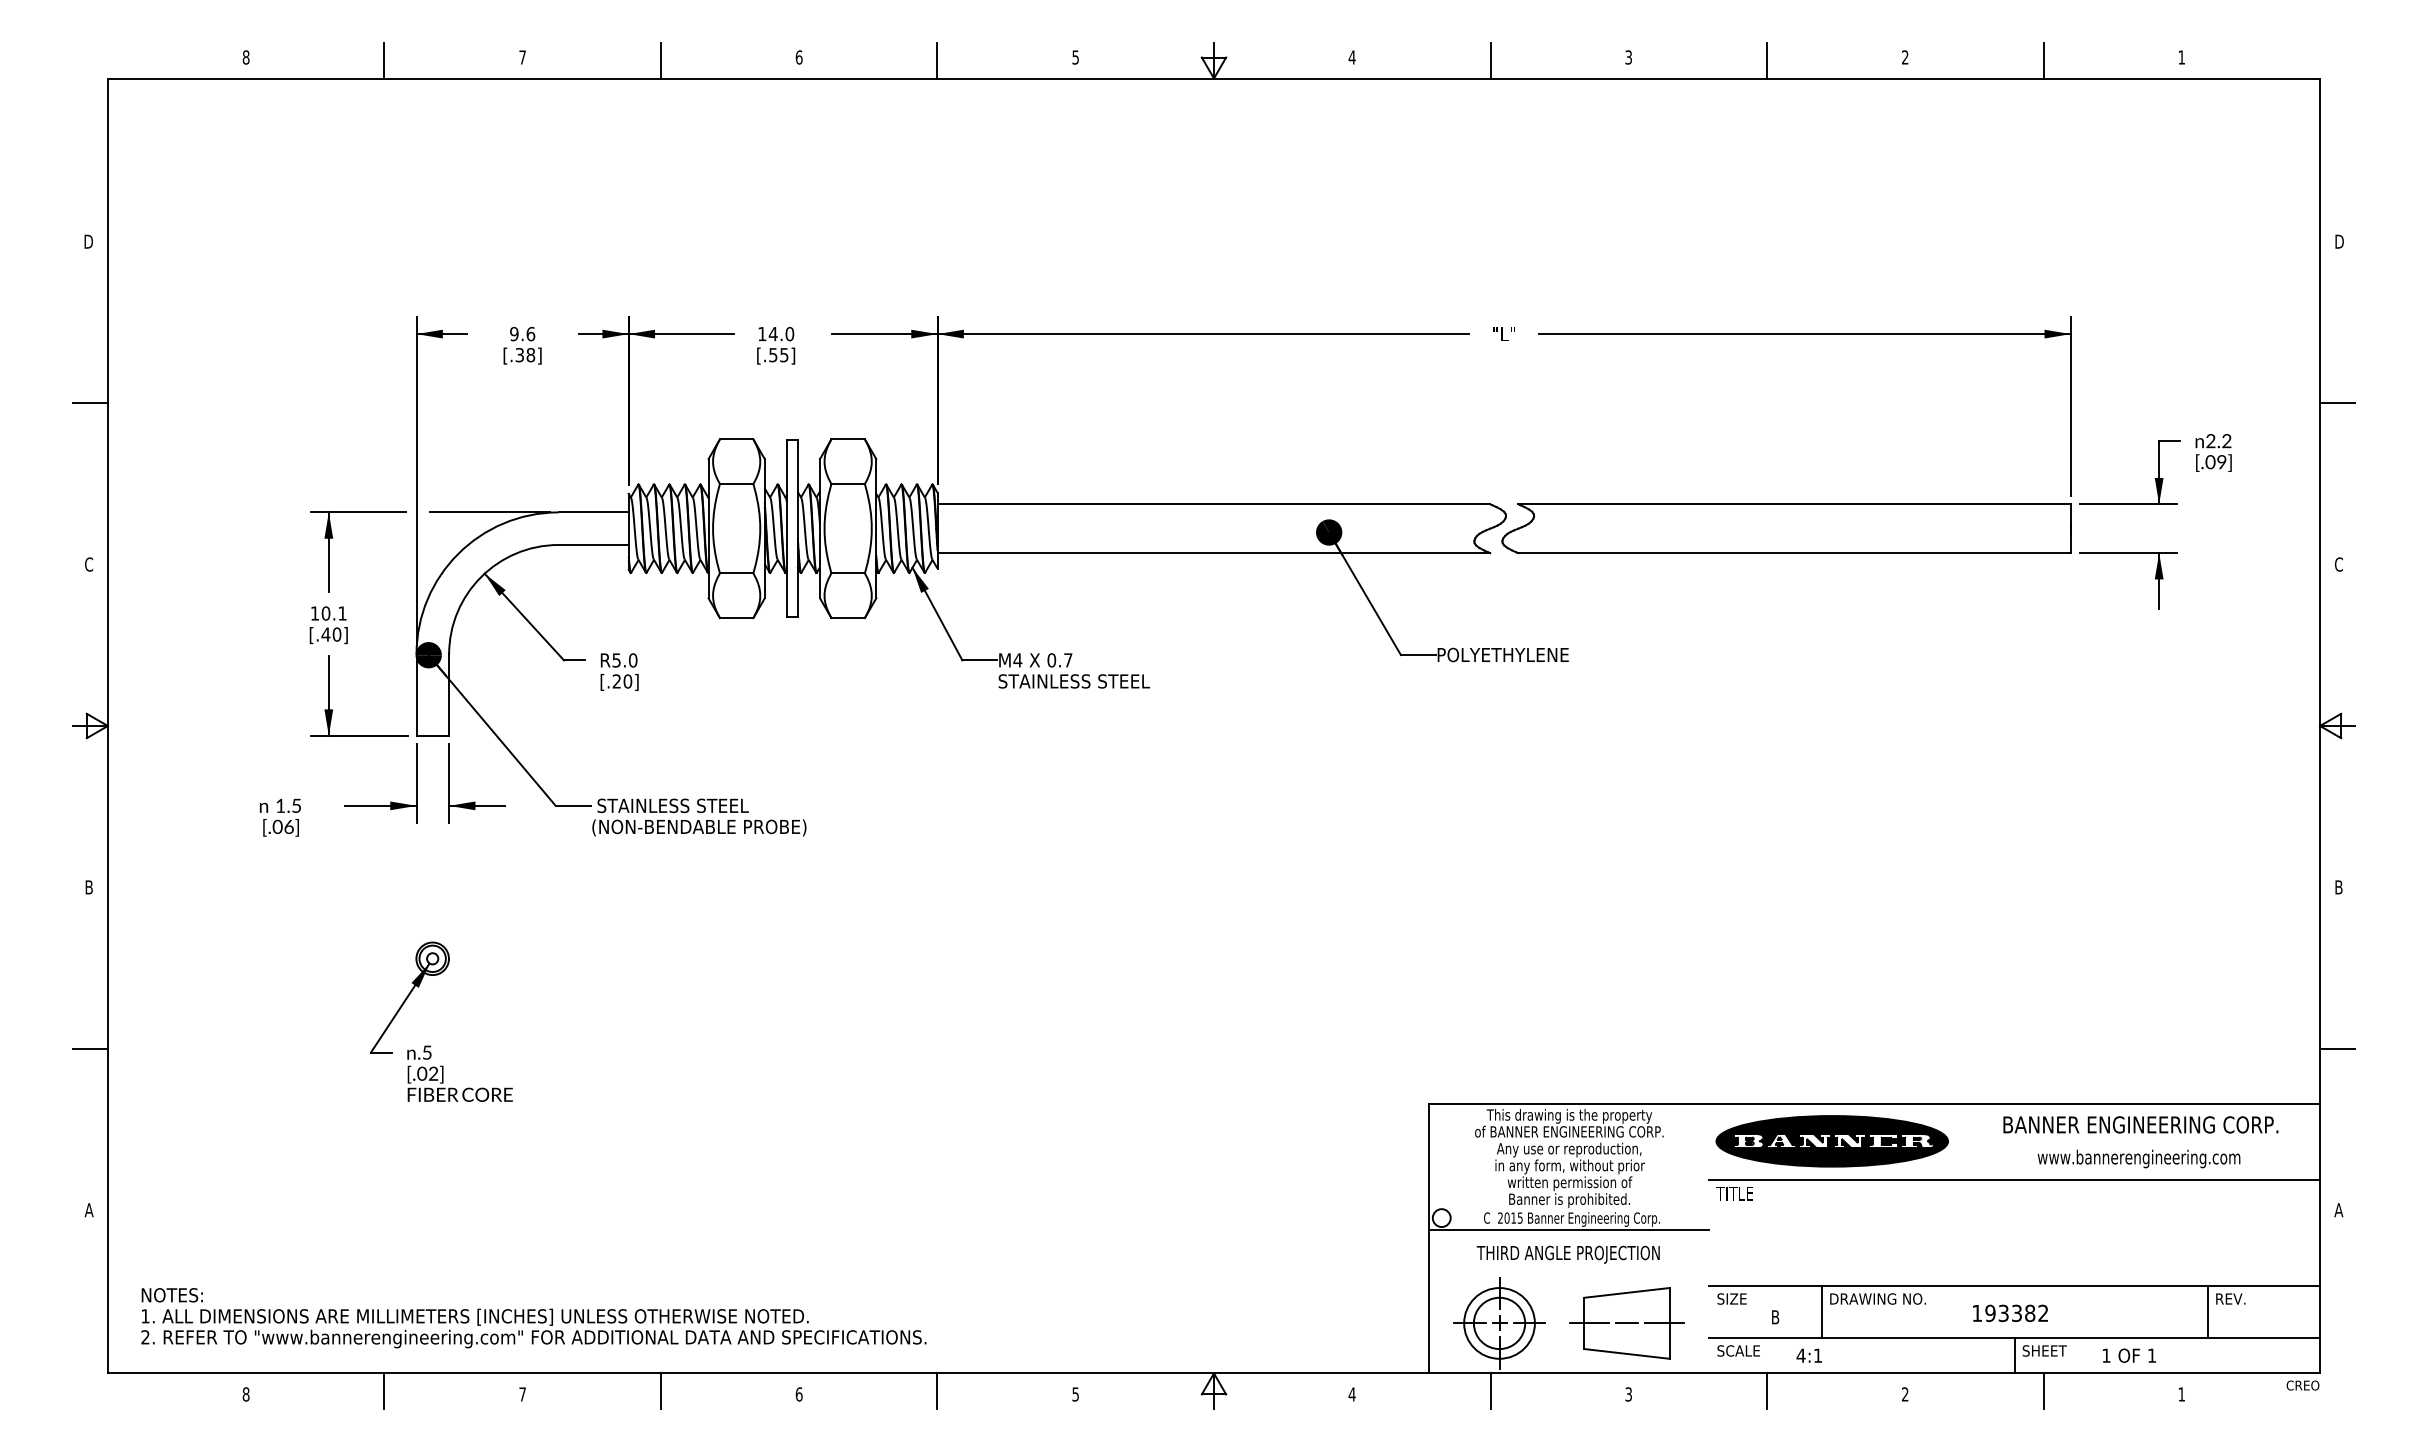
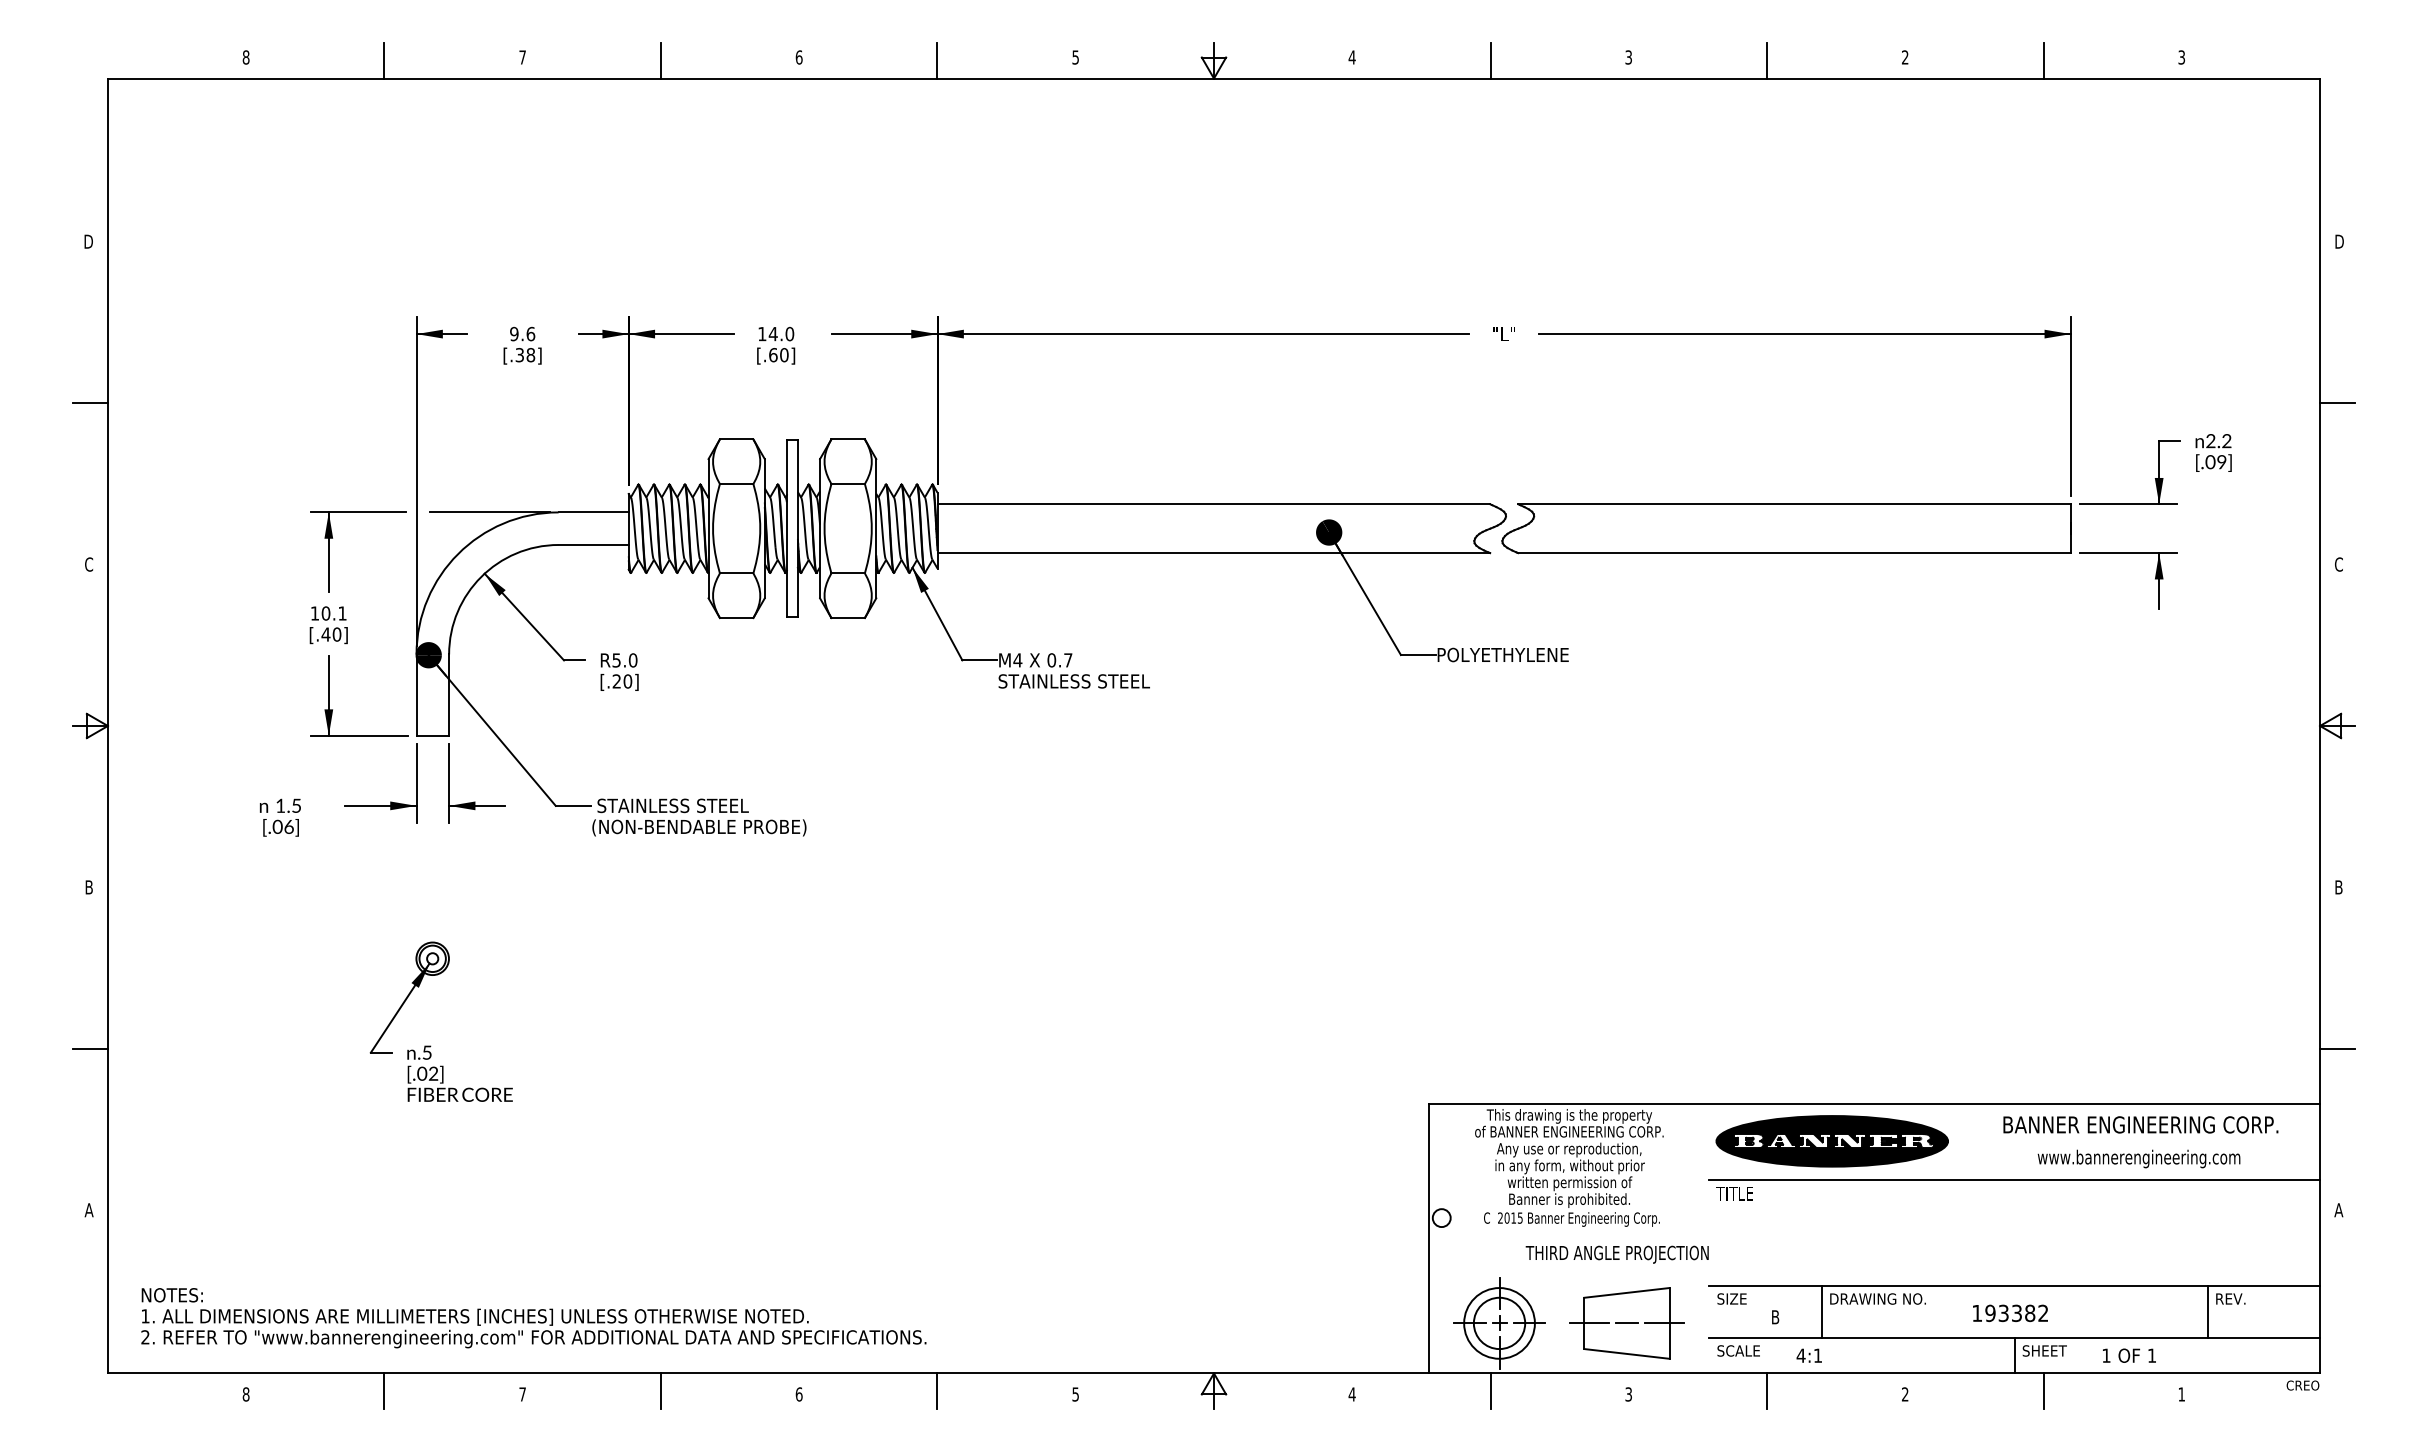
text at (2181, 57): 1 -> 3
text at (778, 355): [.55] -> [.60]
line at (1568, 1230): present -> none
text at (1567, 1254) position: (1567, 1254) -> (1616, 1254)
